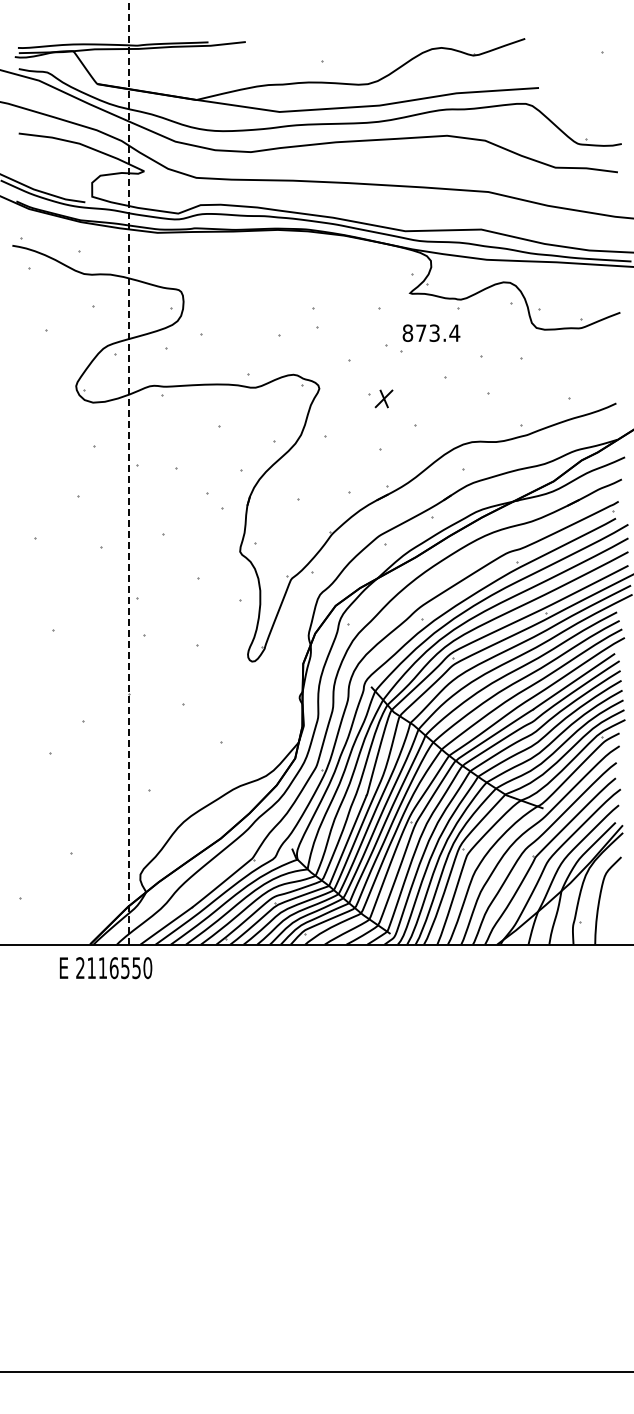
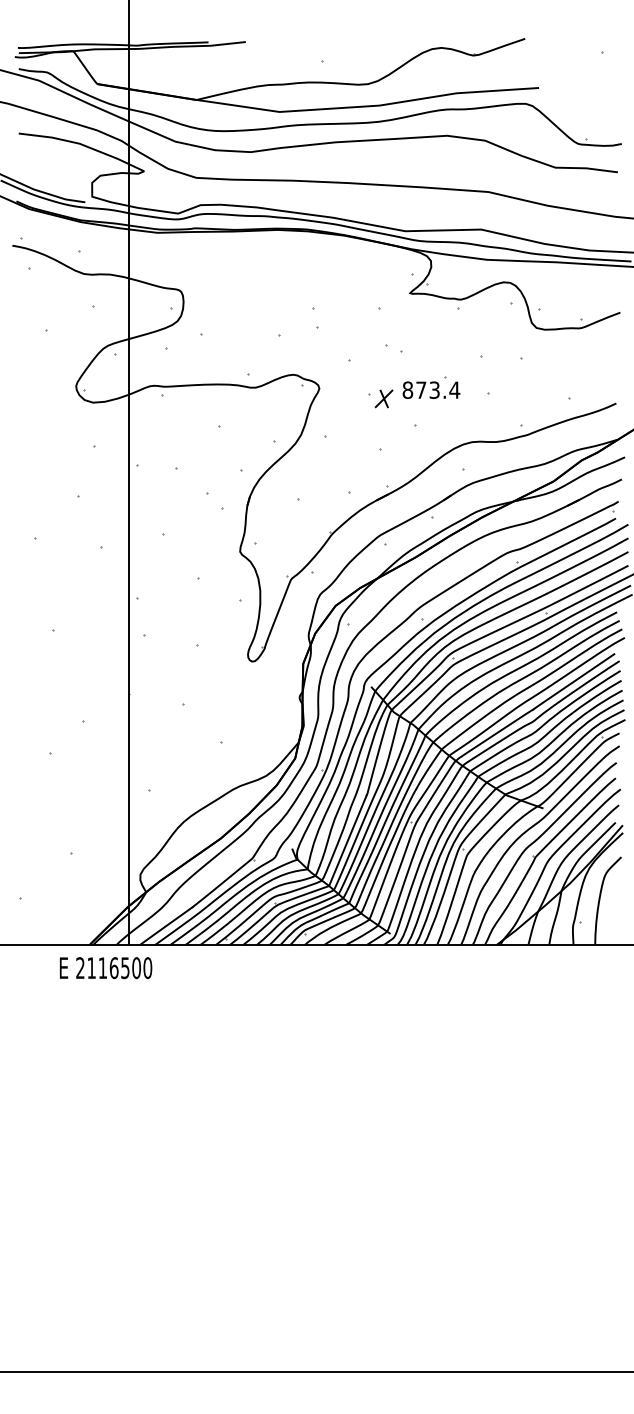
text at (431, 332) position: (431, 332) -> (431, 389)
line at (129, 472): dashed -> solid
text at (136, 968): 2116550 -> 2116500
